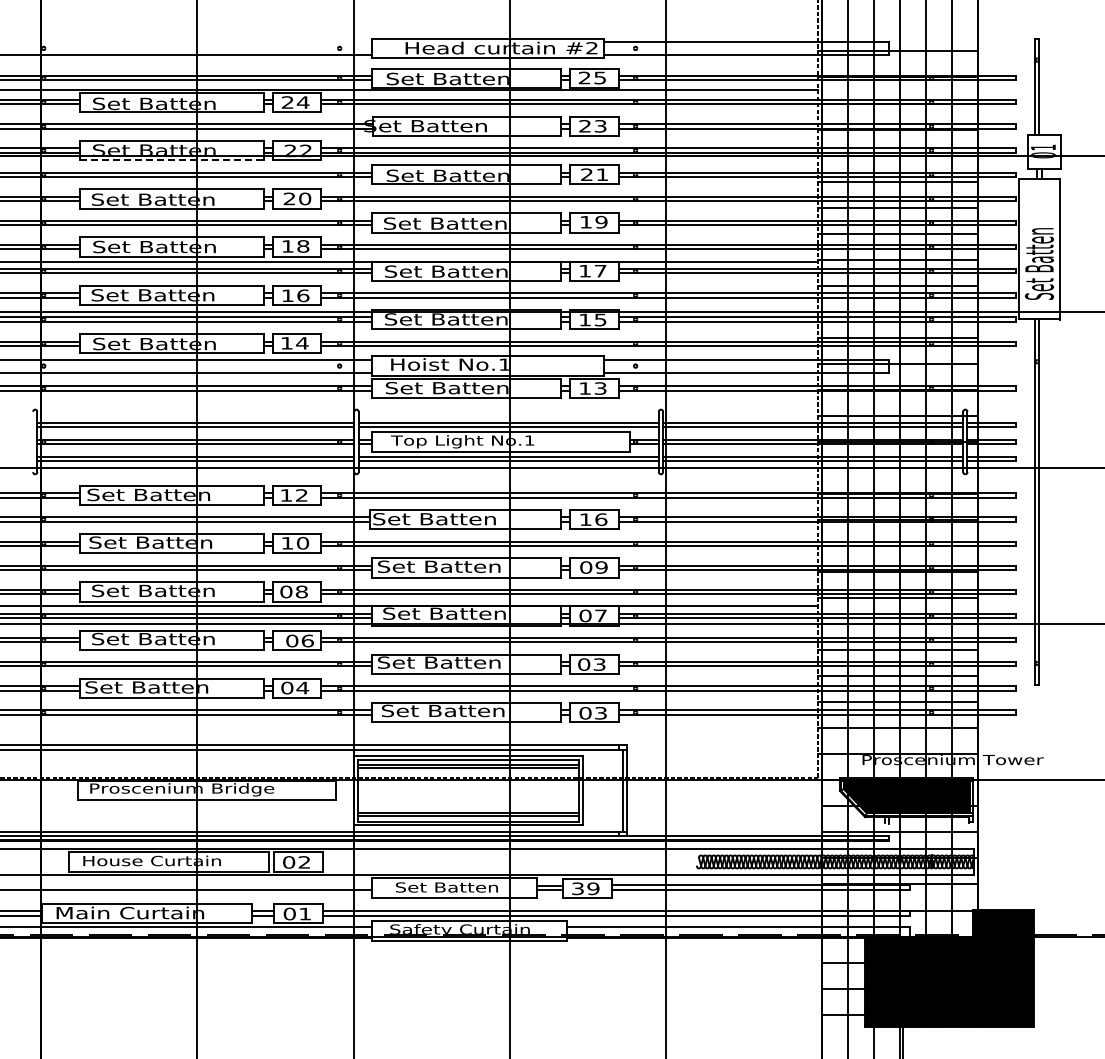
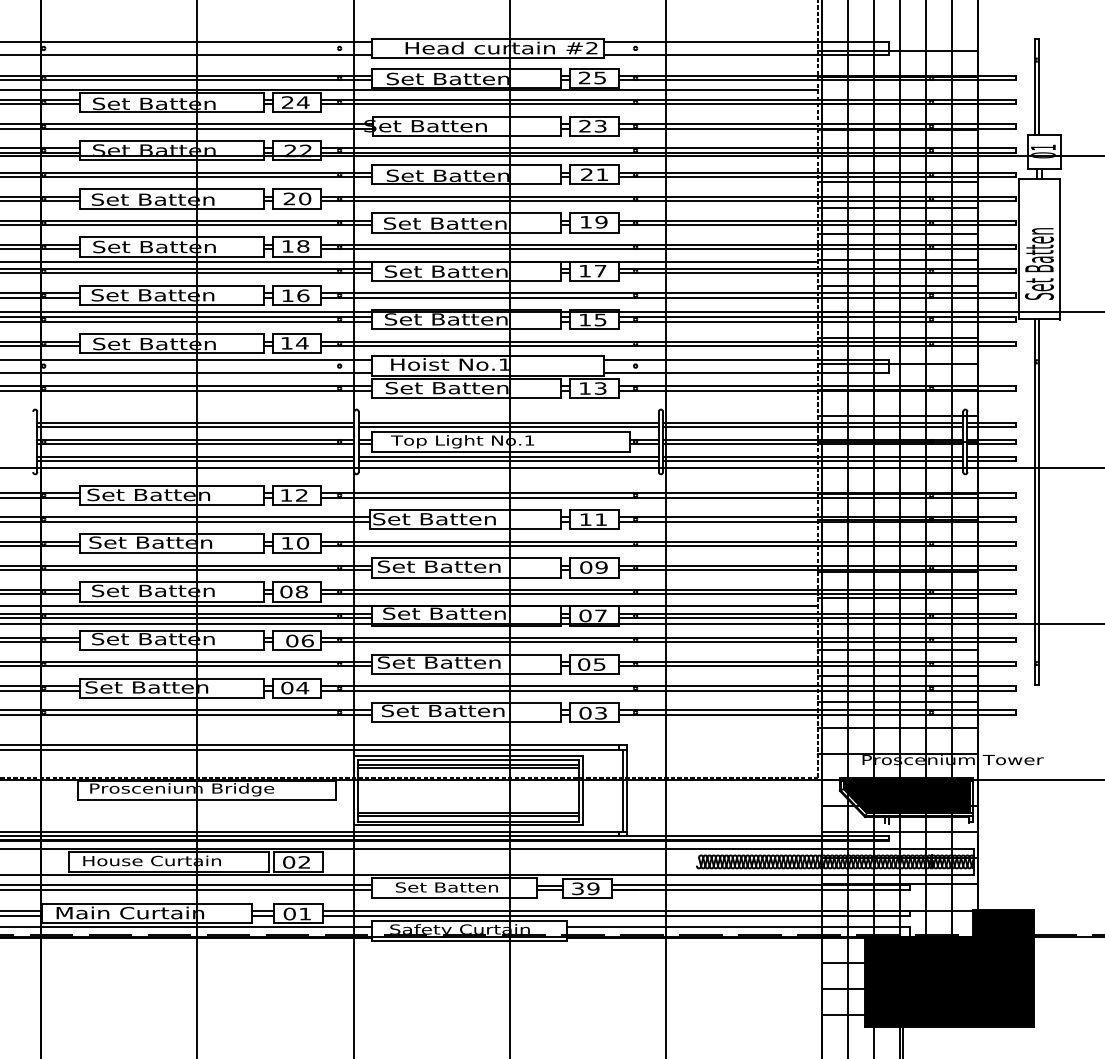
line at (187, 41): none -> present
line at (172, 160): dashed -> solid
text at (601, 519): 16 -> 11
text at (599, 664): 03 -> 05
line at (187, 885): none -> present
